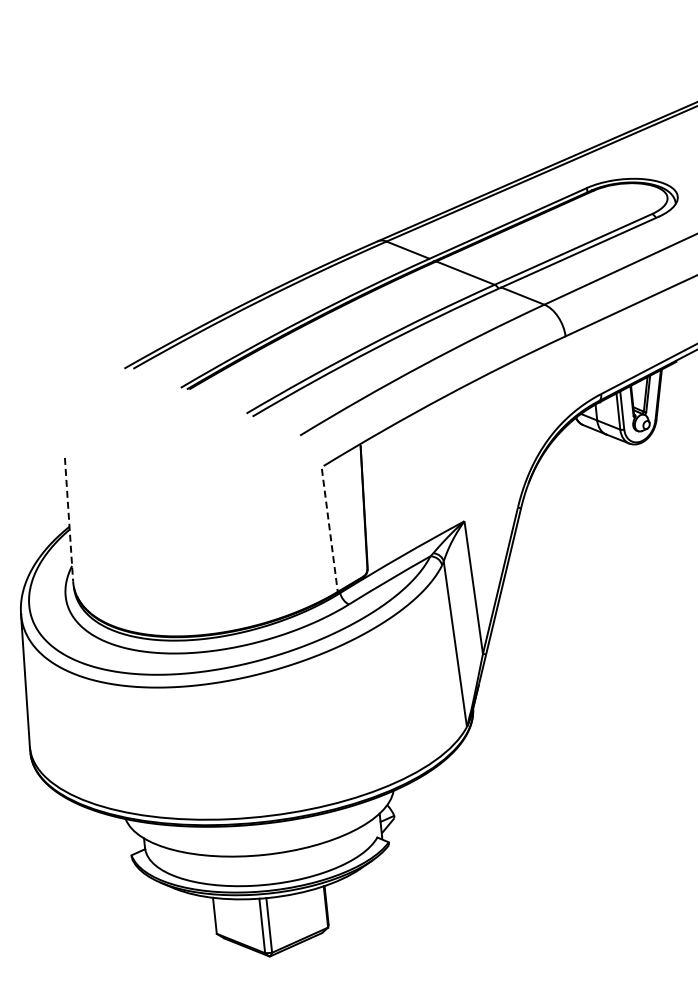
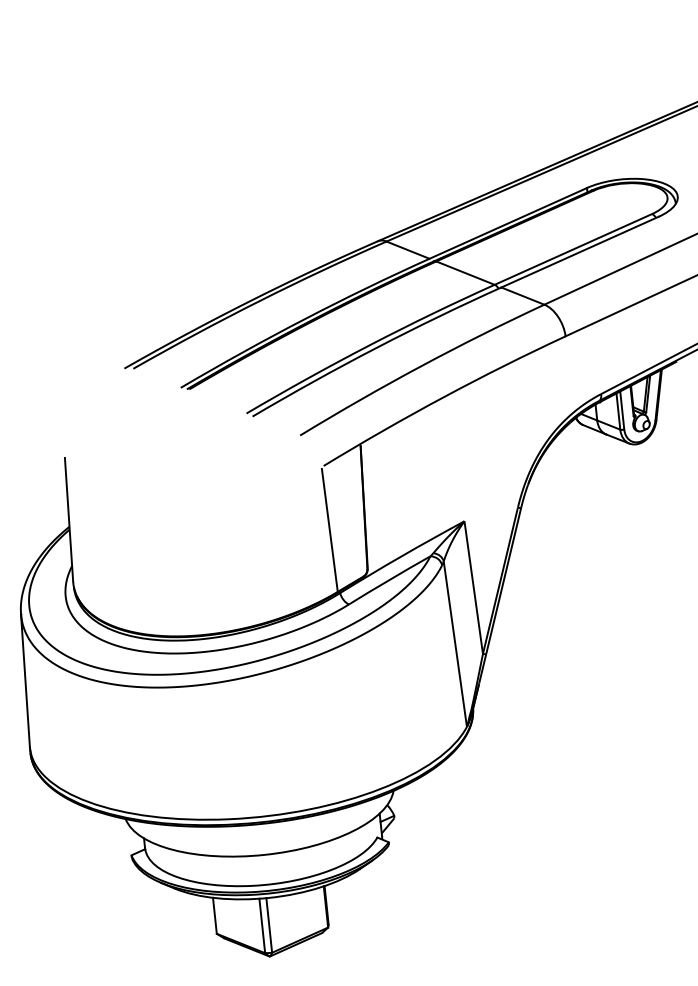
line at (69, 519): dashed -> solid
line at (329, 530): dashed -> solid
